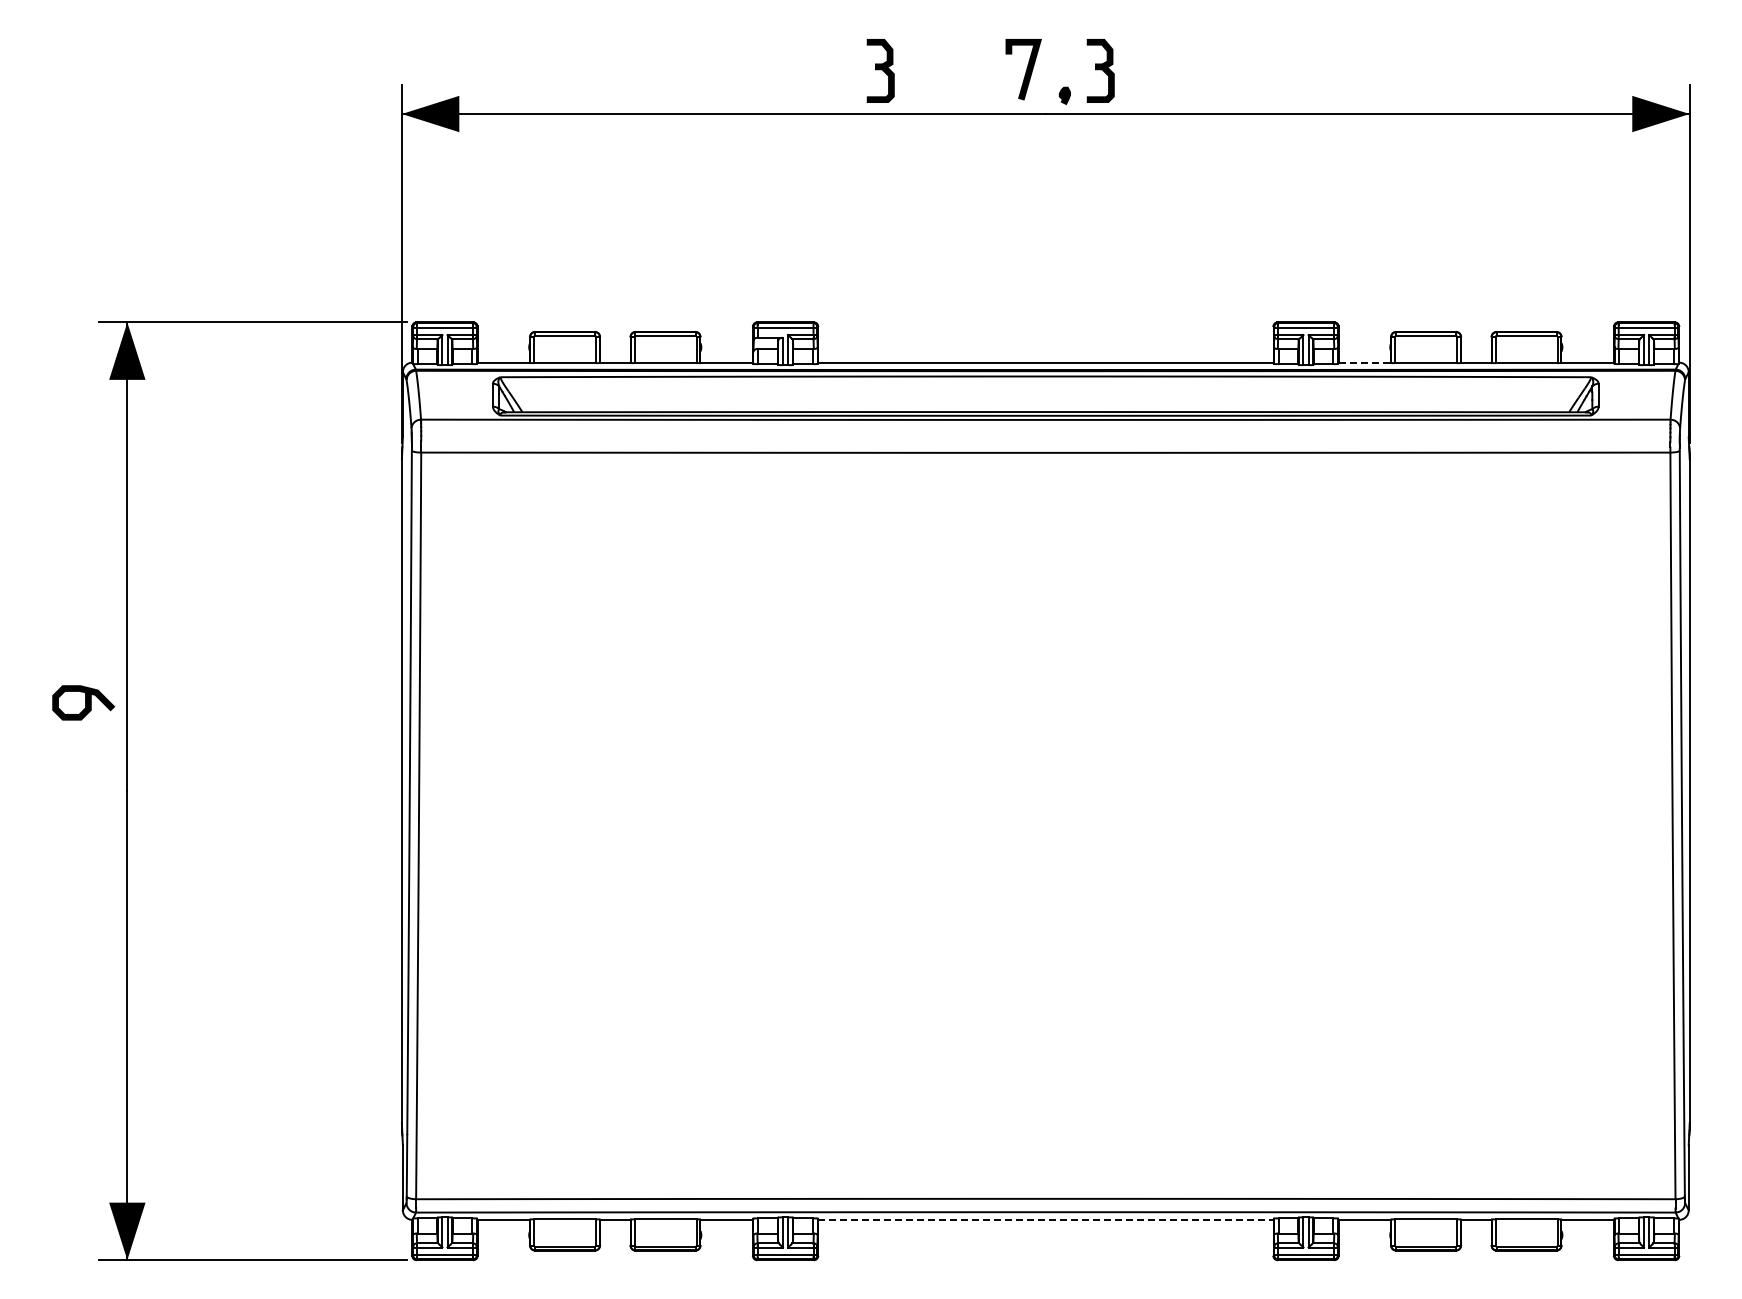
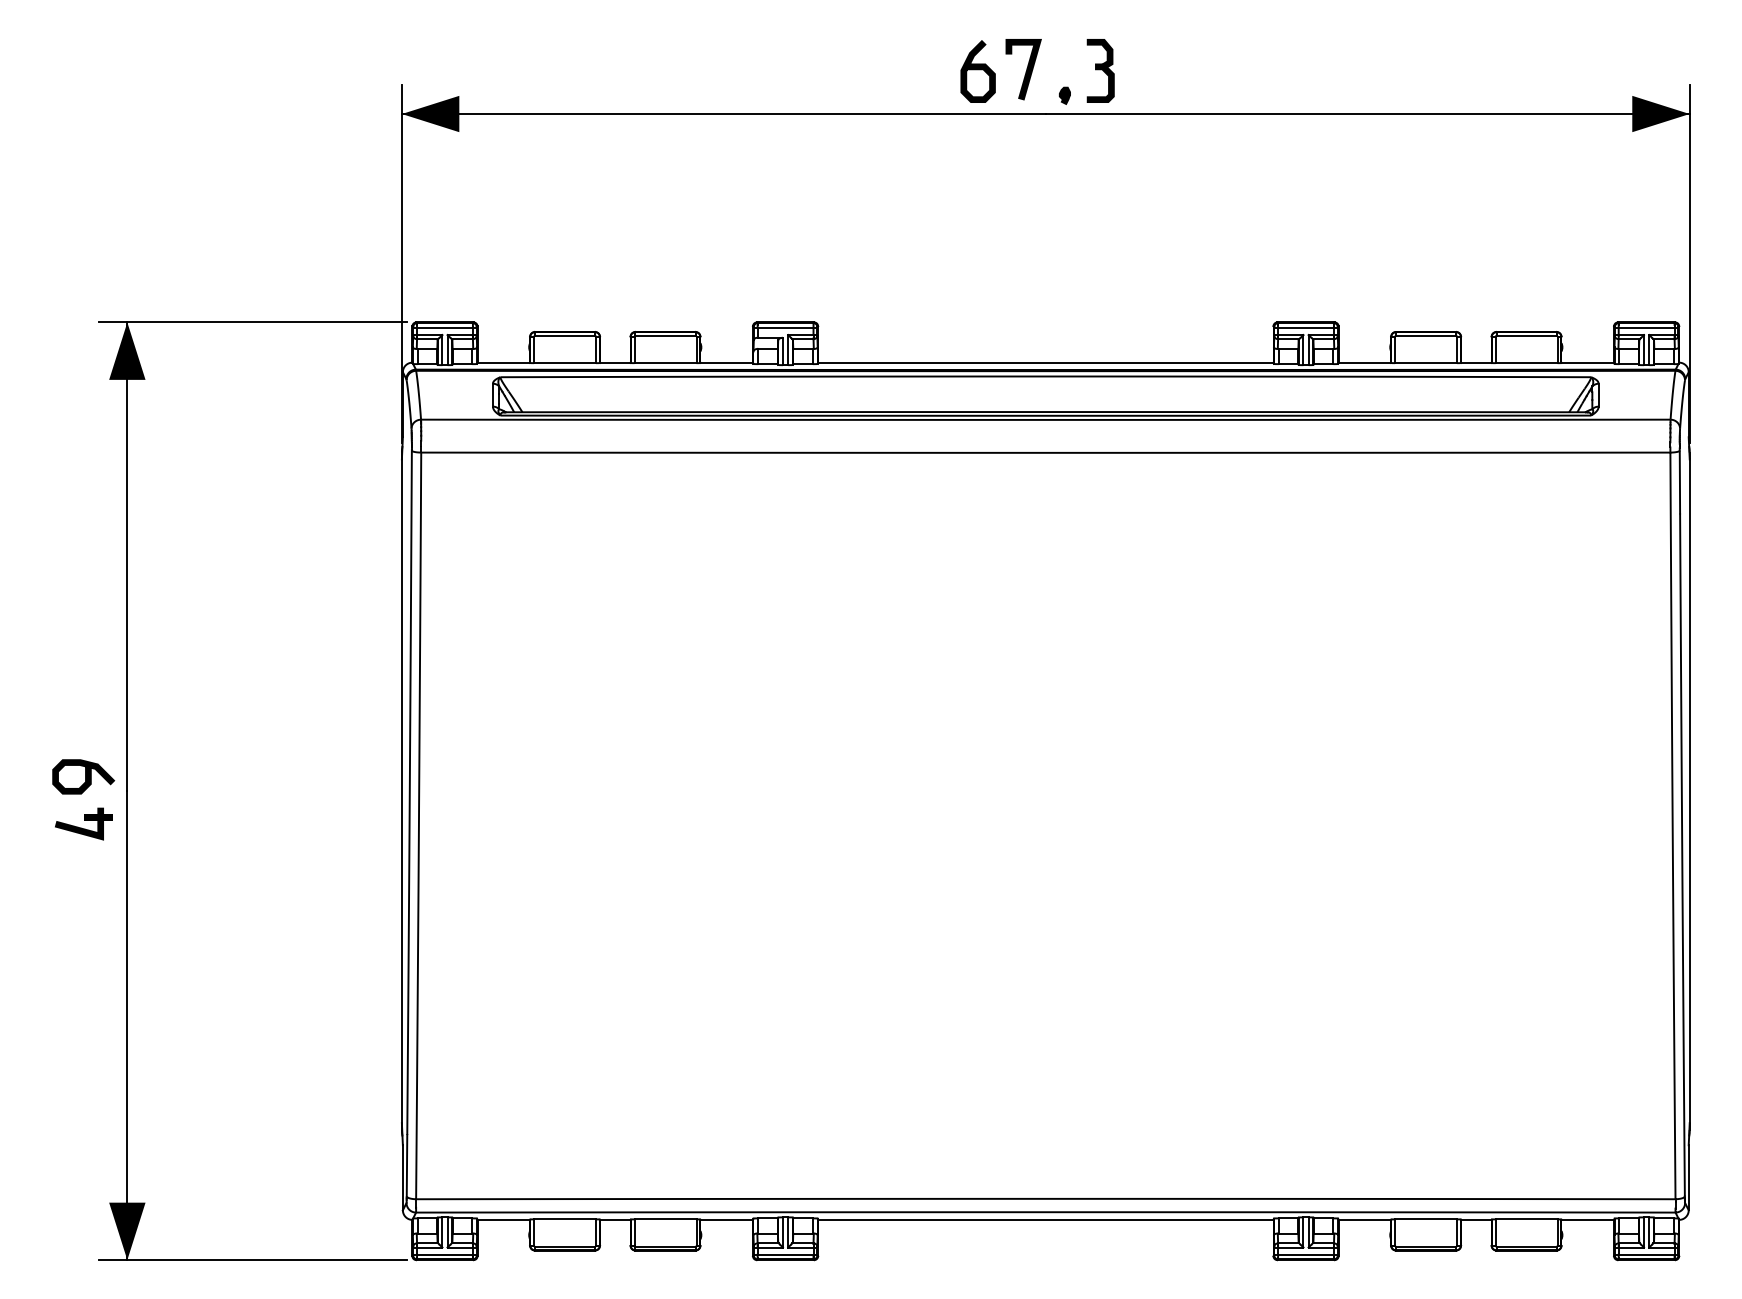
part at (880, 70): present -> none
curve at (977, 70): none -> present
line at (1365, 362): dashed -> solid
curve at (85, 702) position: (85, 702) -> (85, 776)
part at (83, 823): none -> present
line at (1045, 1219): dashed -> solid
